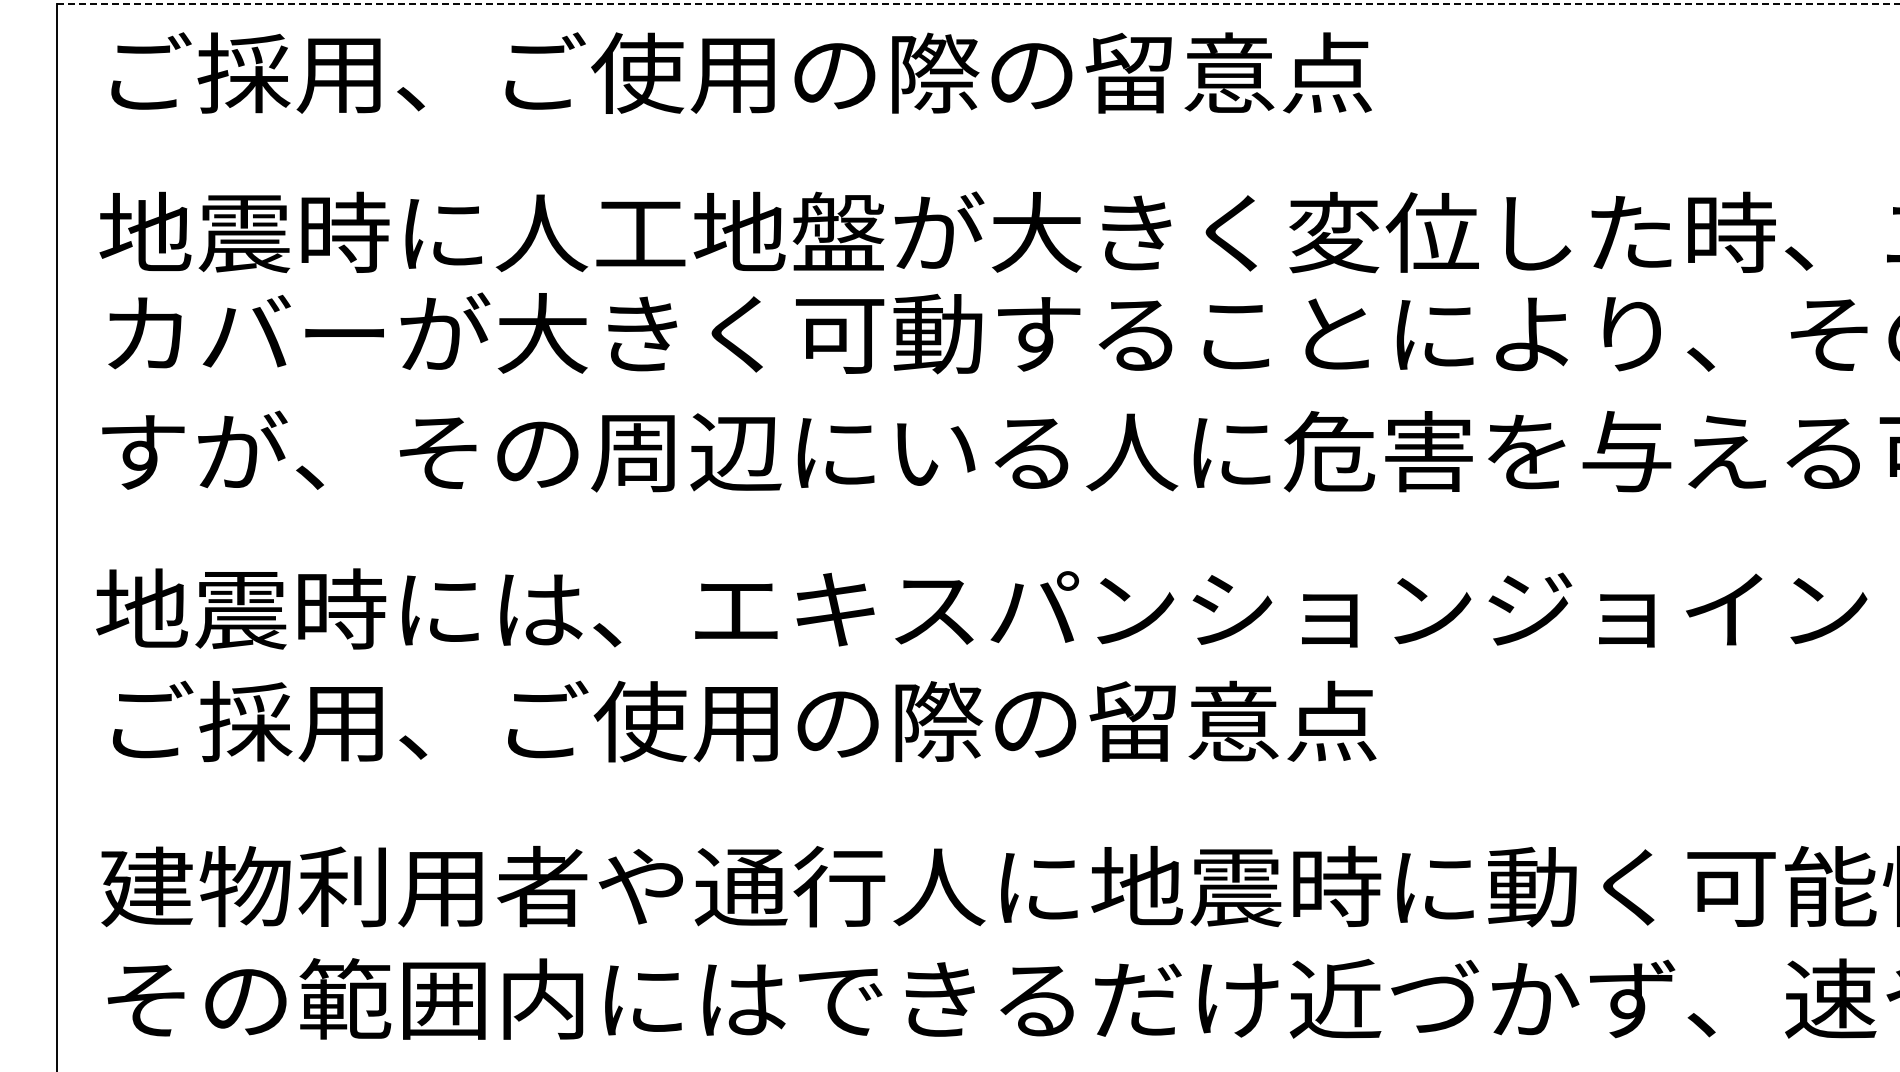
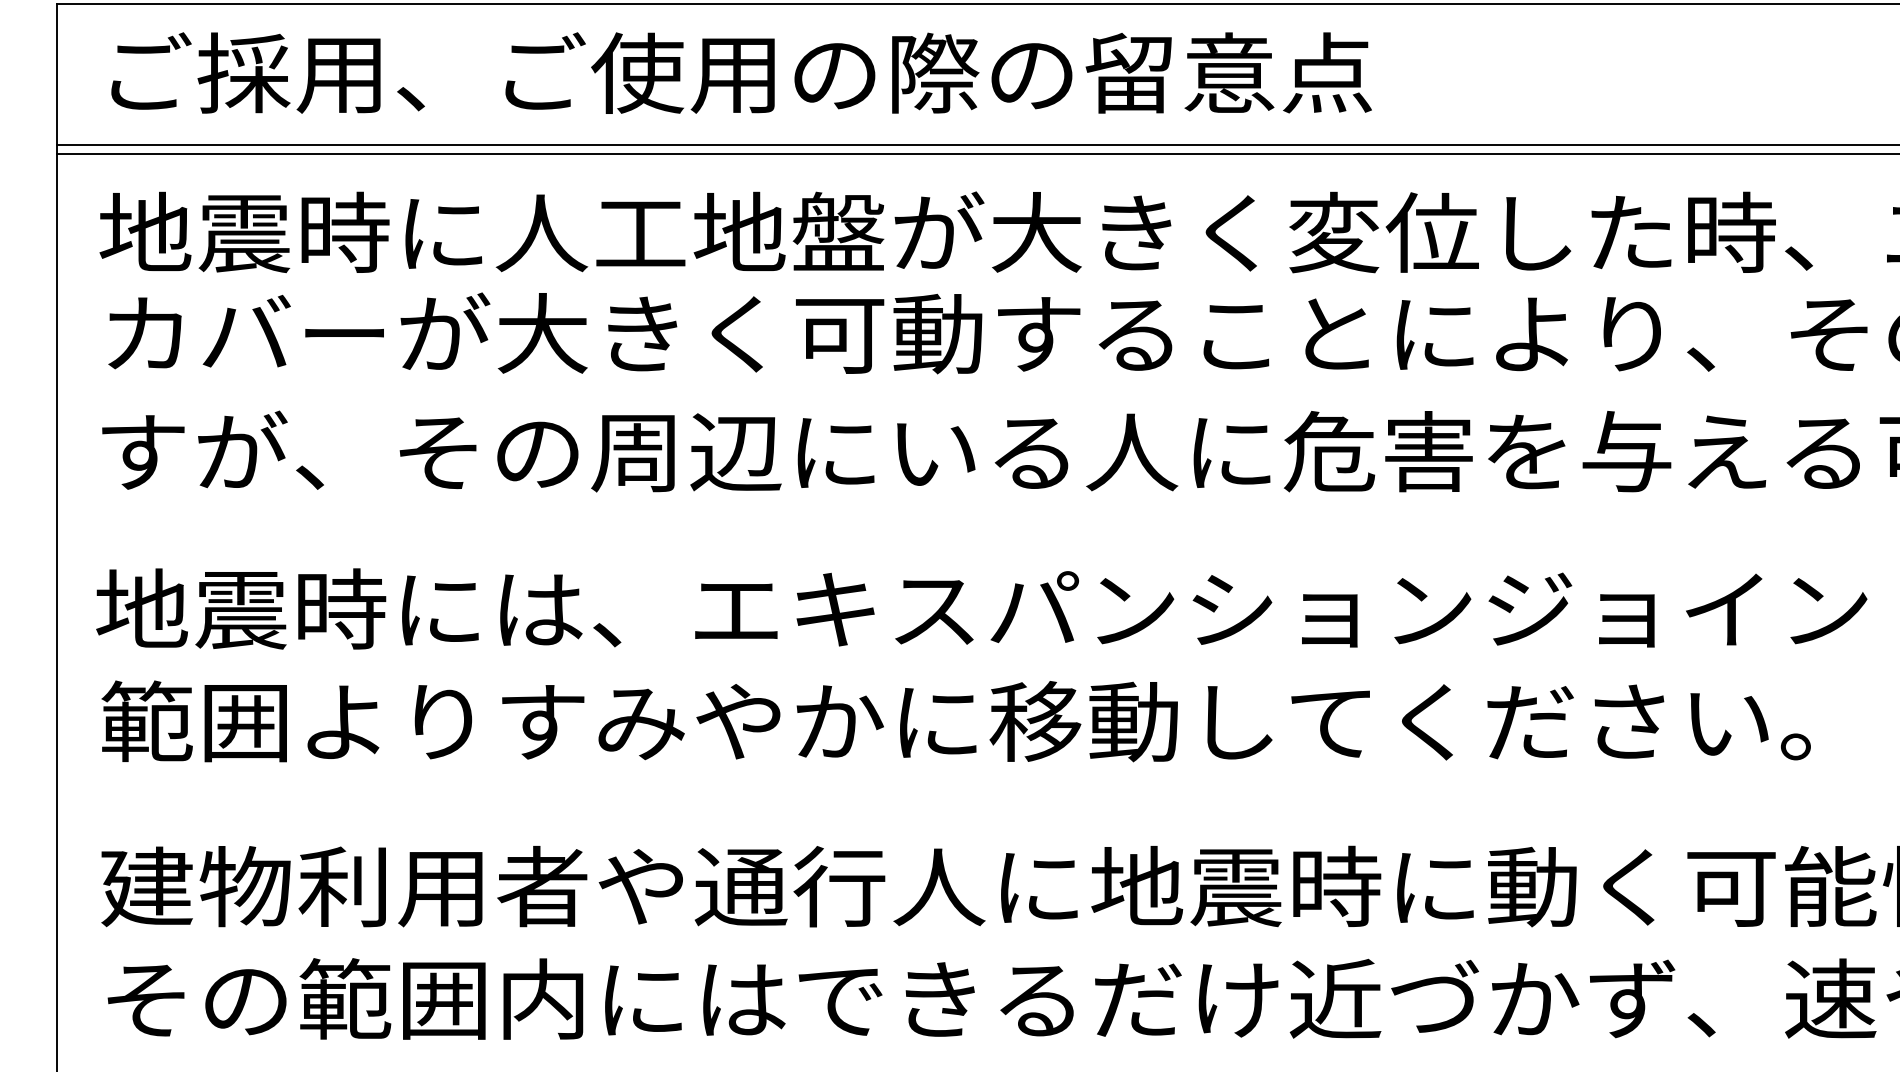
line at (978, 4): dashed -> solid
line at (976, 145): none -> present
line at (976, 153): none -> present
text at (955, 721): ご採用、ご使用の際の留意点 -> 範囲よりすみやかに移動してください。
